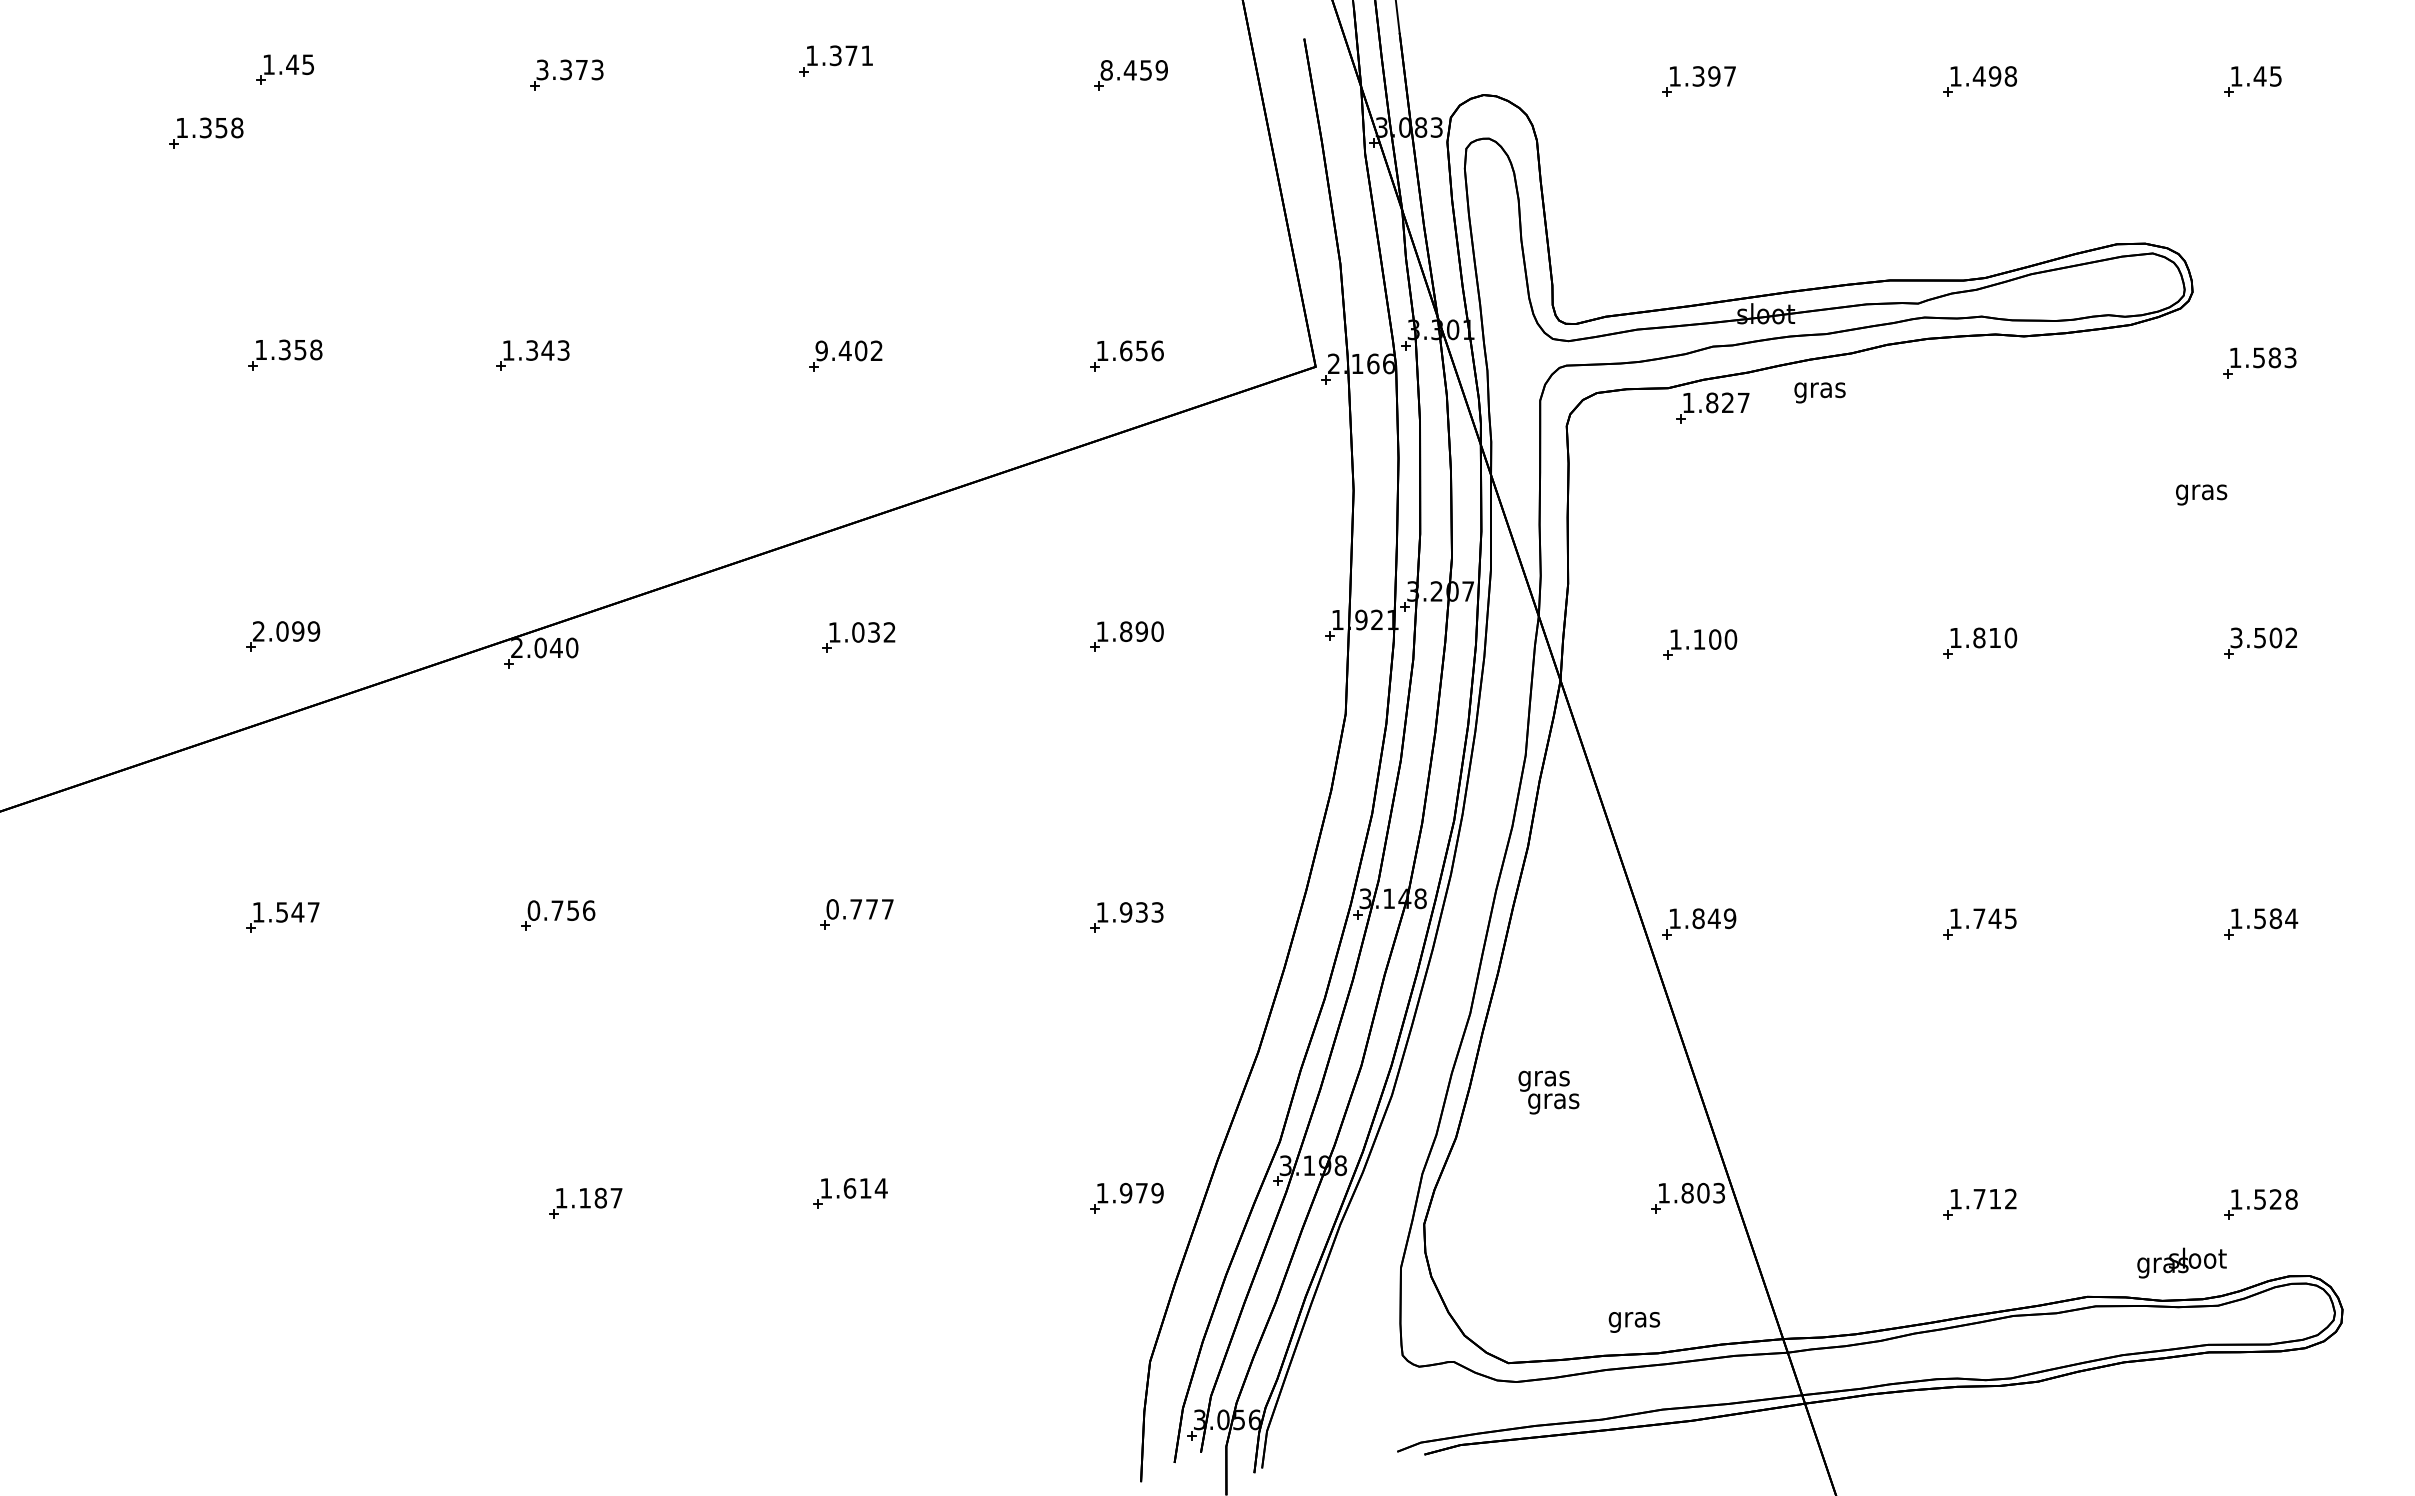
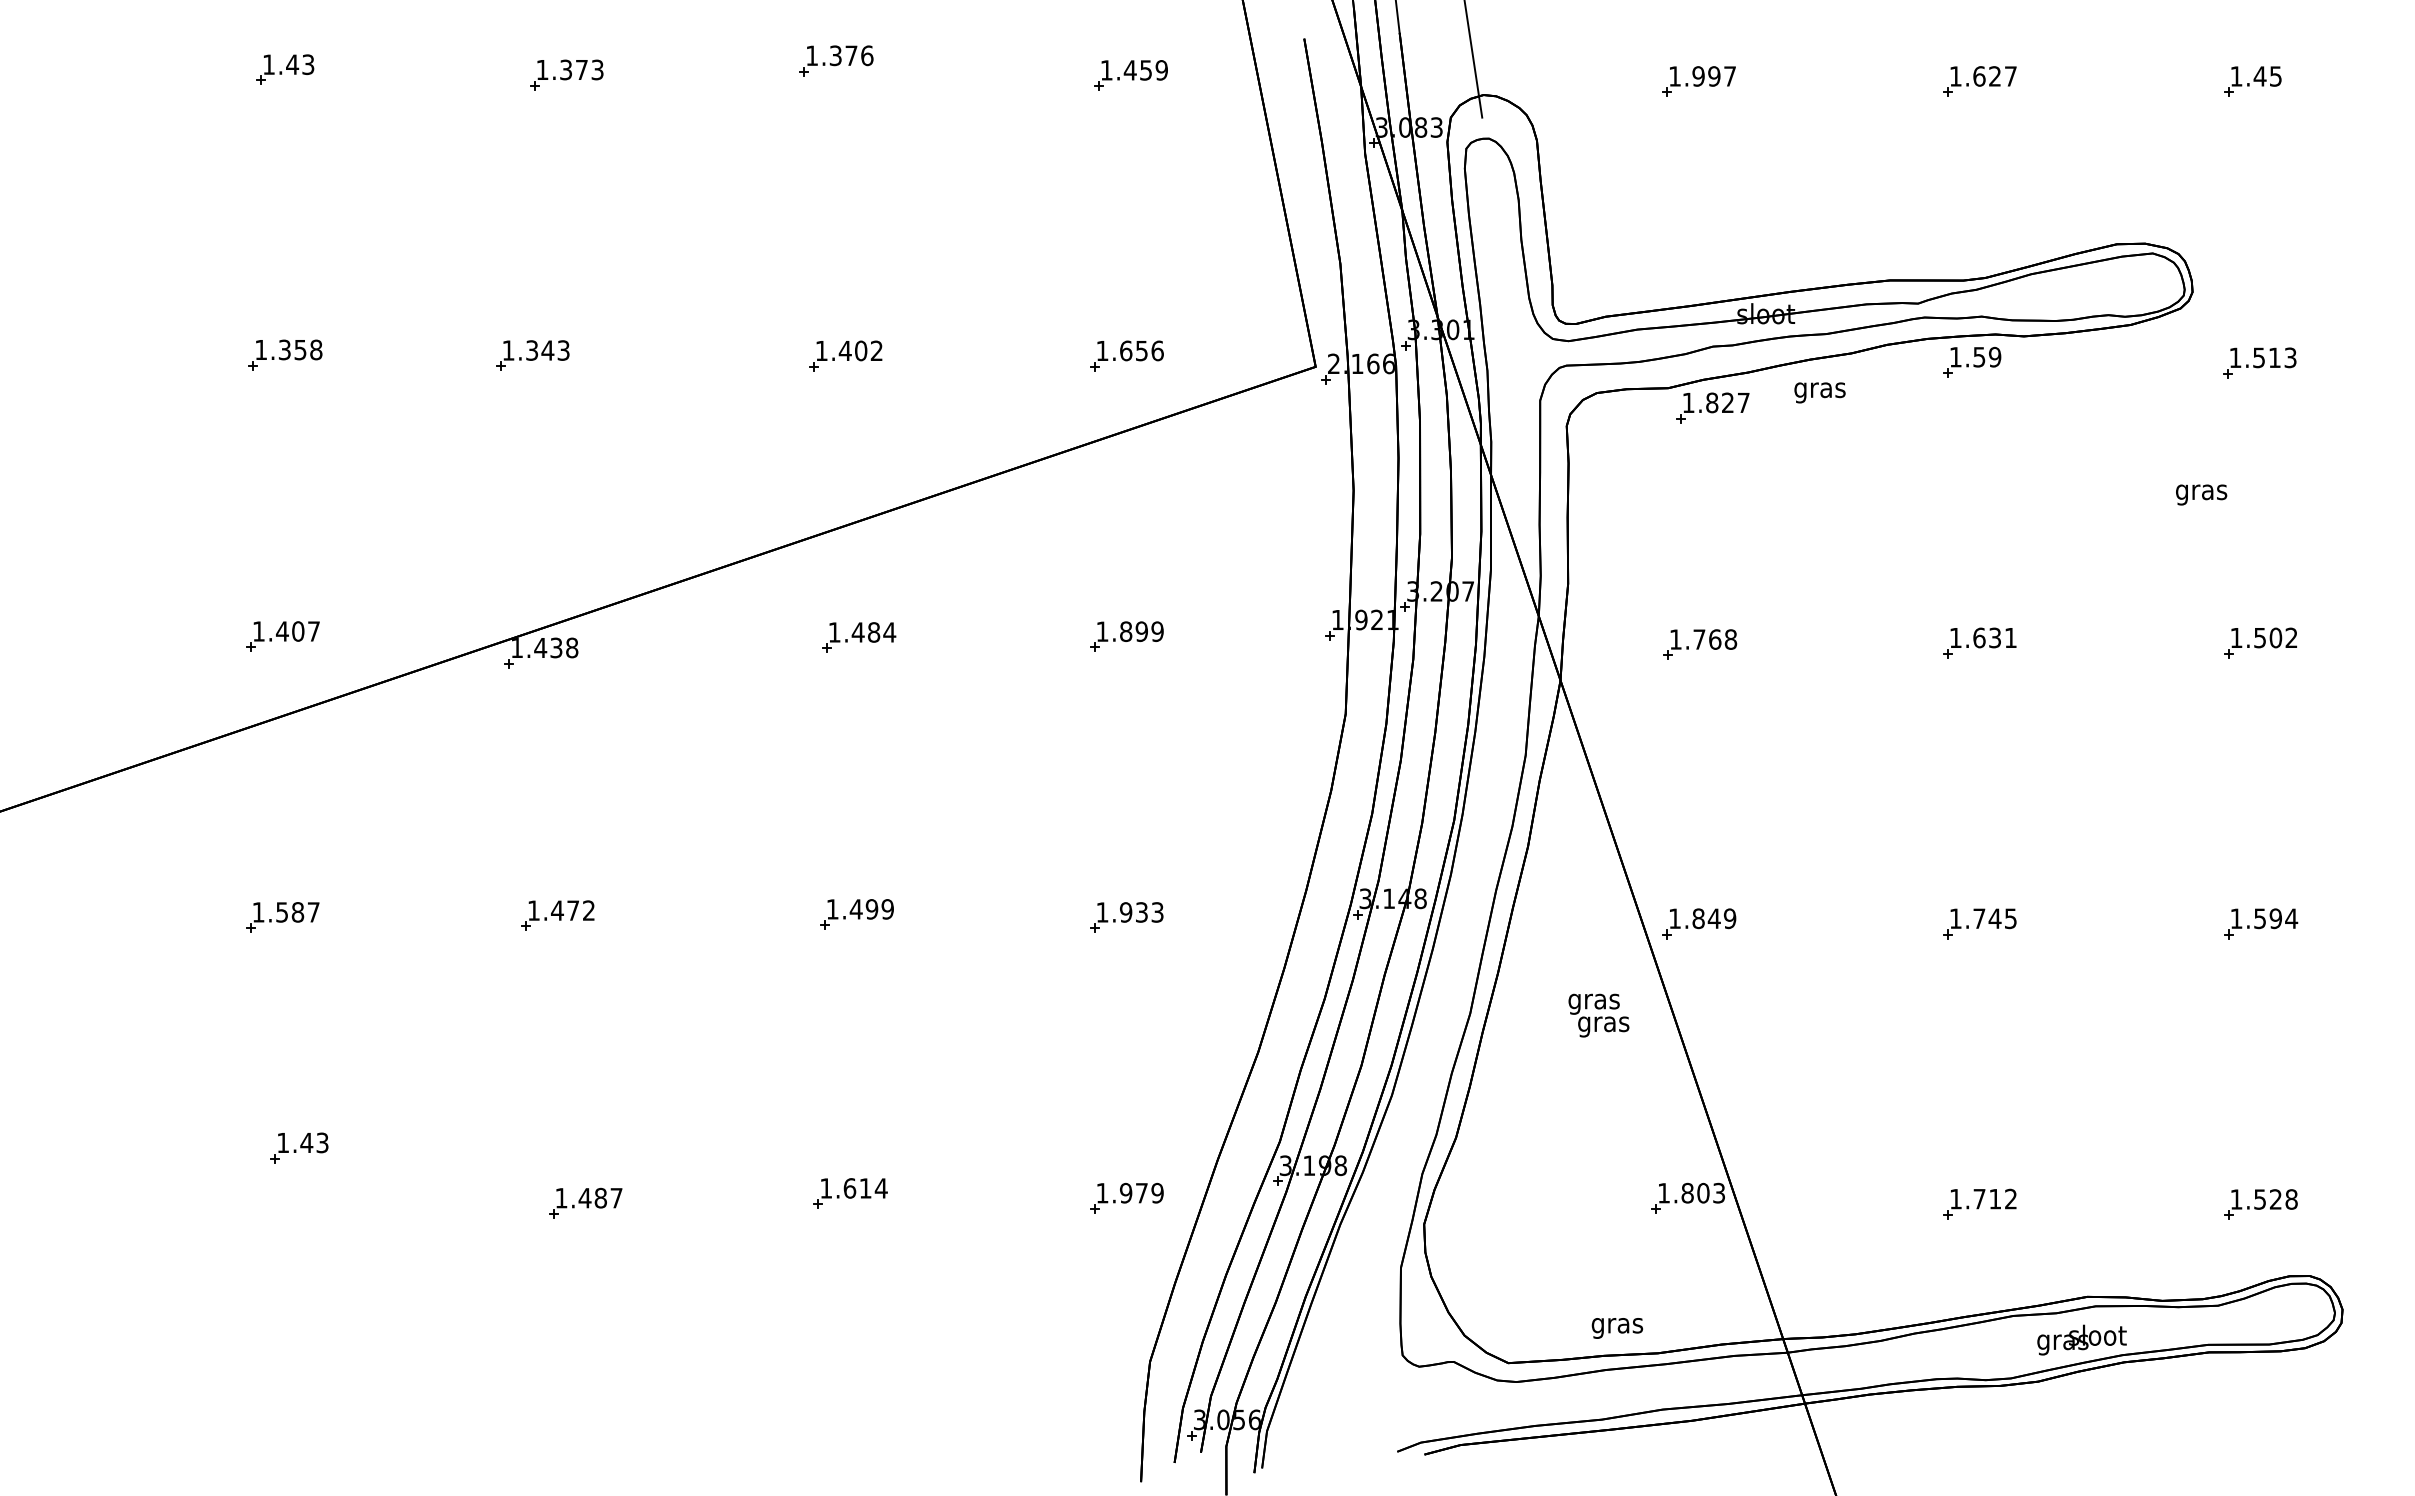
text at (867, 55): 1.371 -> 1.376
line at (1473, 59): none -> present
text at (308, 64): 1.45 -> 1.43
text at (542, 69): 3.373 -> 1.373
text at (1106, 70): 8.459 -> 1.459
text at (1698, 76): 1.397 -> 1.997
text at (1994, 76): 1.498 -> 1.627
part at (206, 132): present -> none
text at (821, 350): 9.402 -> 1.402
text at (2274, 357): 1.583 -> 1.513
part at (1972, 361): none -> present
text at (286, 631): 2.099 -> 1.407
text at (1157, 631): 1.890 -> 1.899
text at (873, 632): 1.032 -> 1.484
text at (1995, 637): 1.810 -> 1.631
text at (2236, 637): 3.502 -> 1.502
text at (1715, 639): 1.100 -> 1.768
text at (544, 647): 2.040 -> 1.438
text at (859, 909): 0.777 -> 1.499
text at (561, 910): 0.756 -> 1.472
text at (297, 912): 1.547 -> 1.587
text at (2275, 918): 1.584 -> 1.594
text at (1548, 1092) position: (1548, 1092) -> (1598, 1015)
part at (299, 1147): none -> present
text at (584, 1198): 1.187 -> 1.487
text at (2181, 1262) position: (2181, 1262) -> (2081, 1339)
text at (1633, 1322) position: (1633, 1322) -> (1616, 1328)
